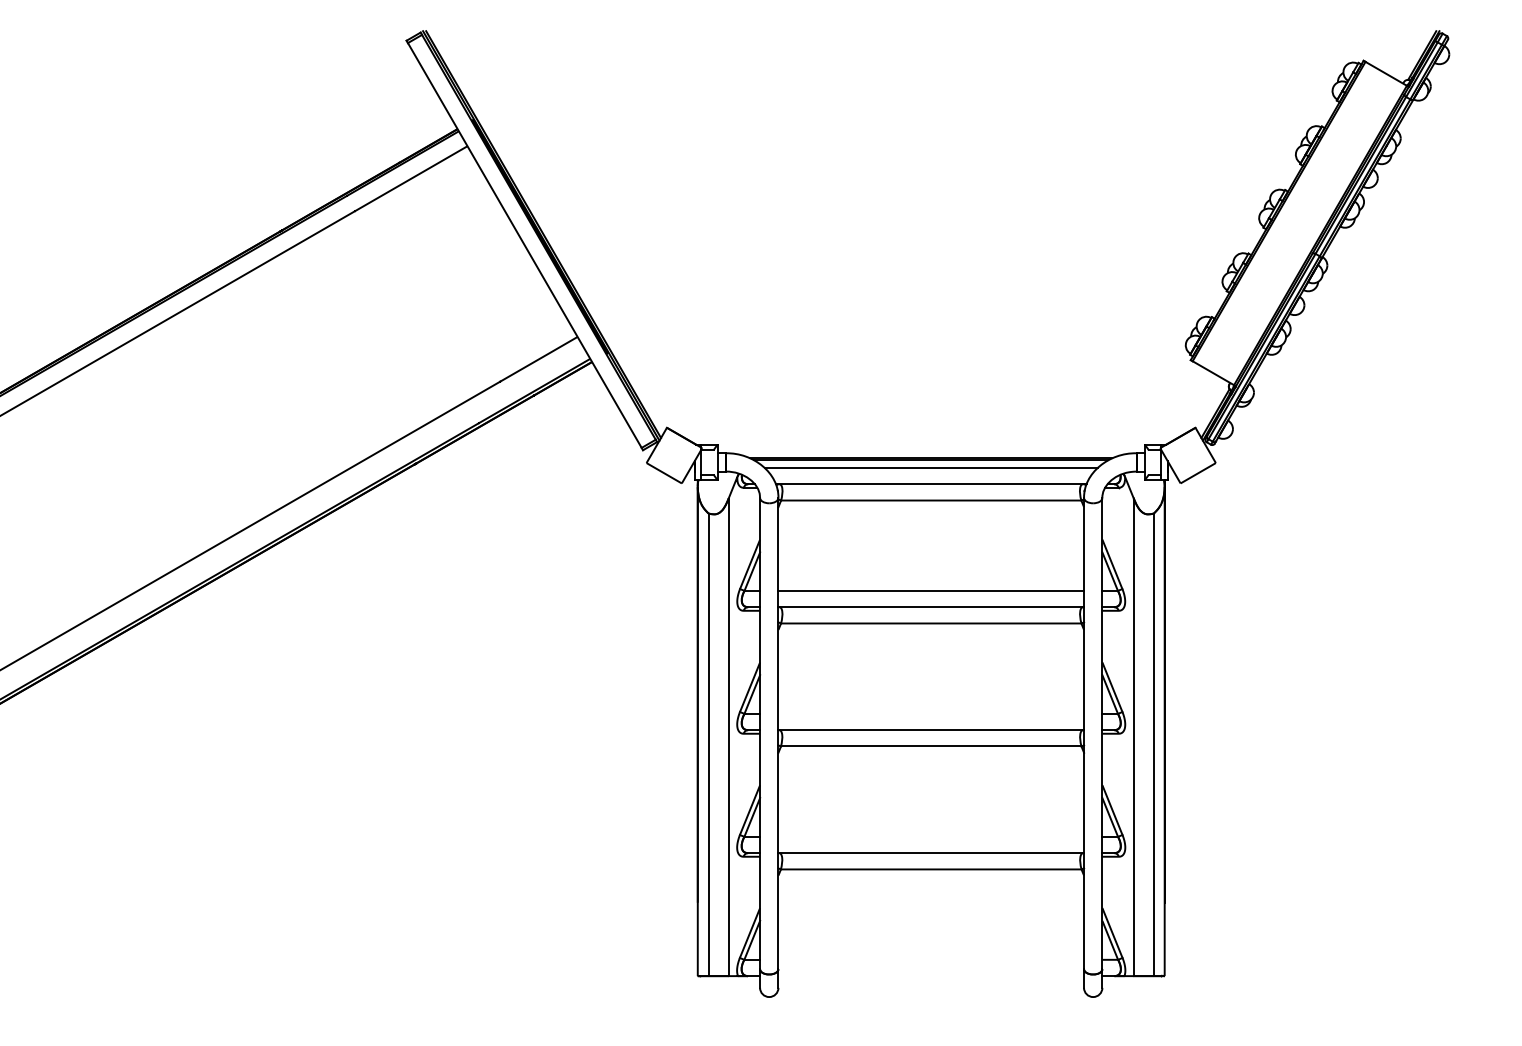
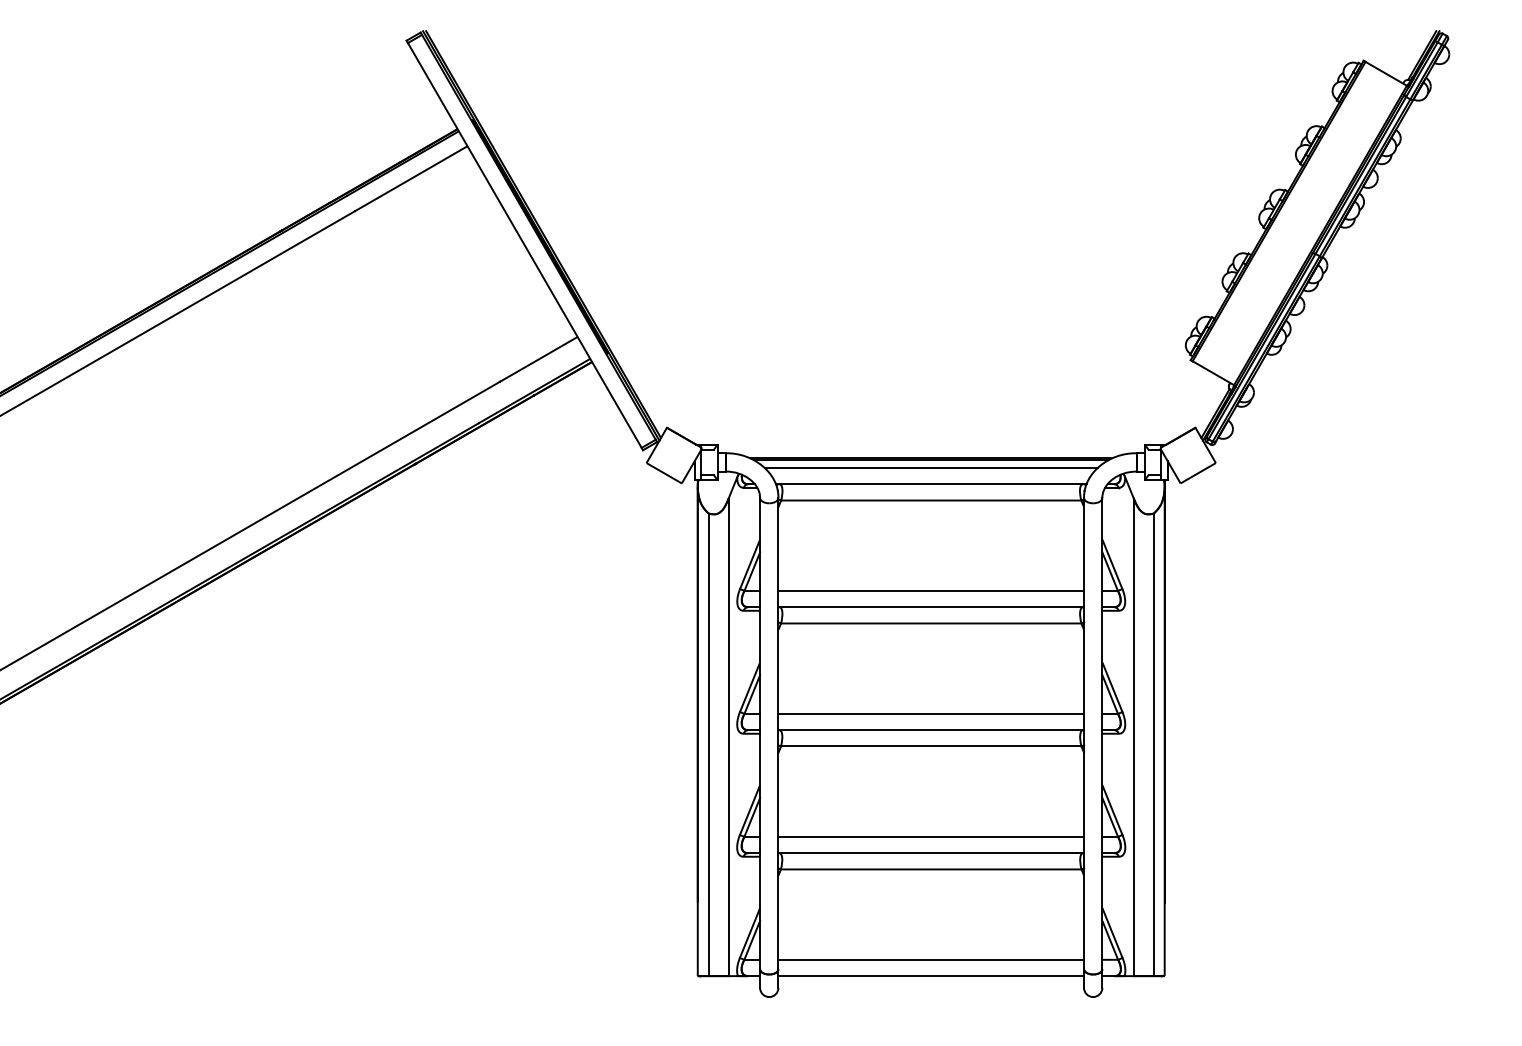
line at (931, 713): none -> present
line at (931, 836): none -> present
line at (931, 959): none -> present
line at (931, 976): none -> present
